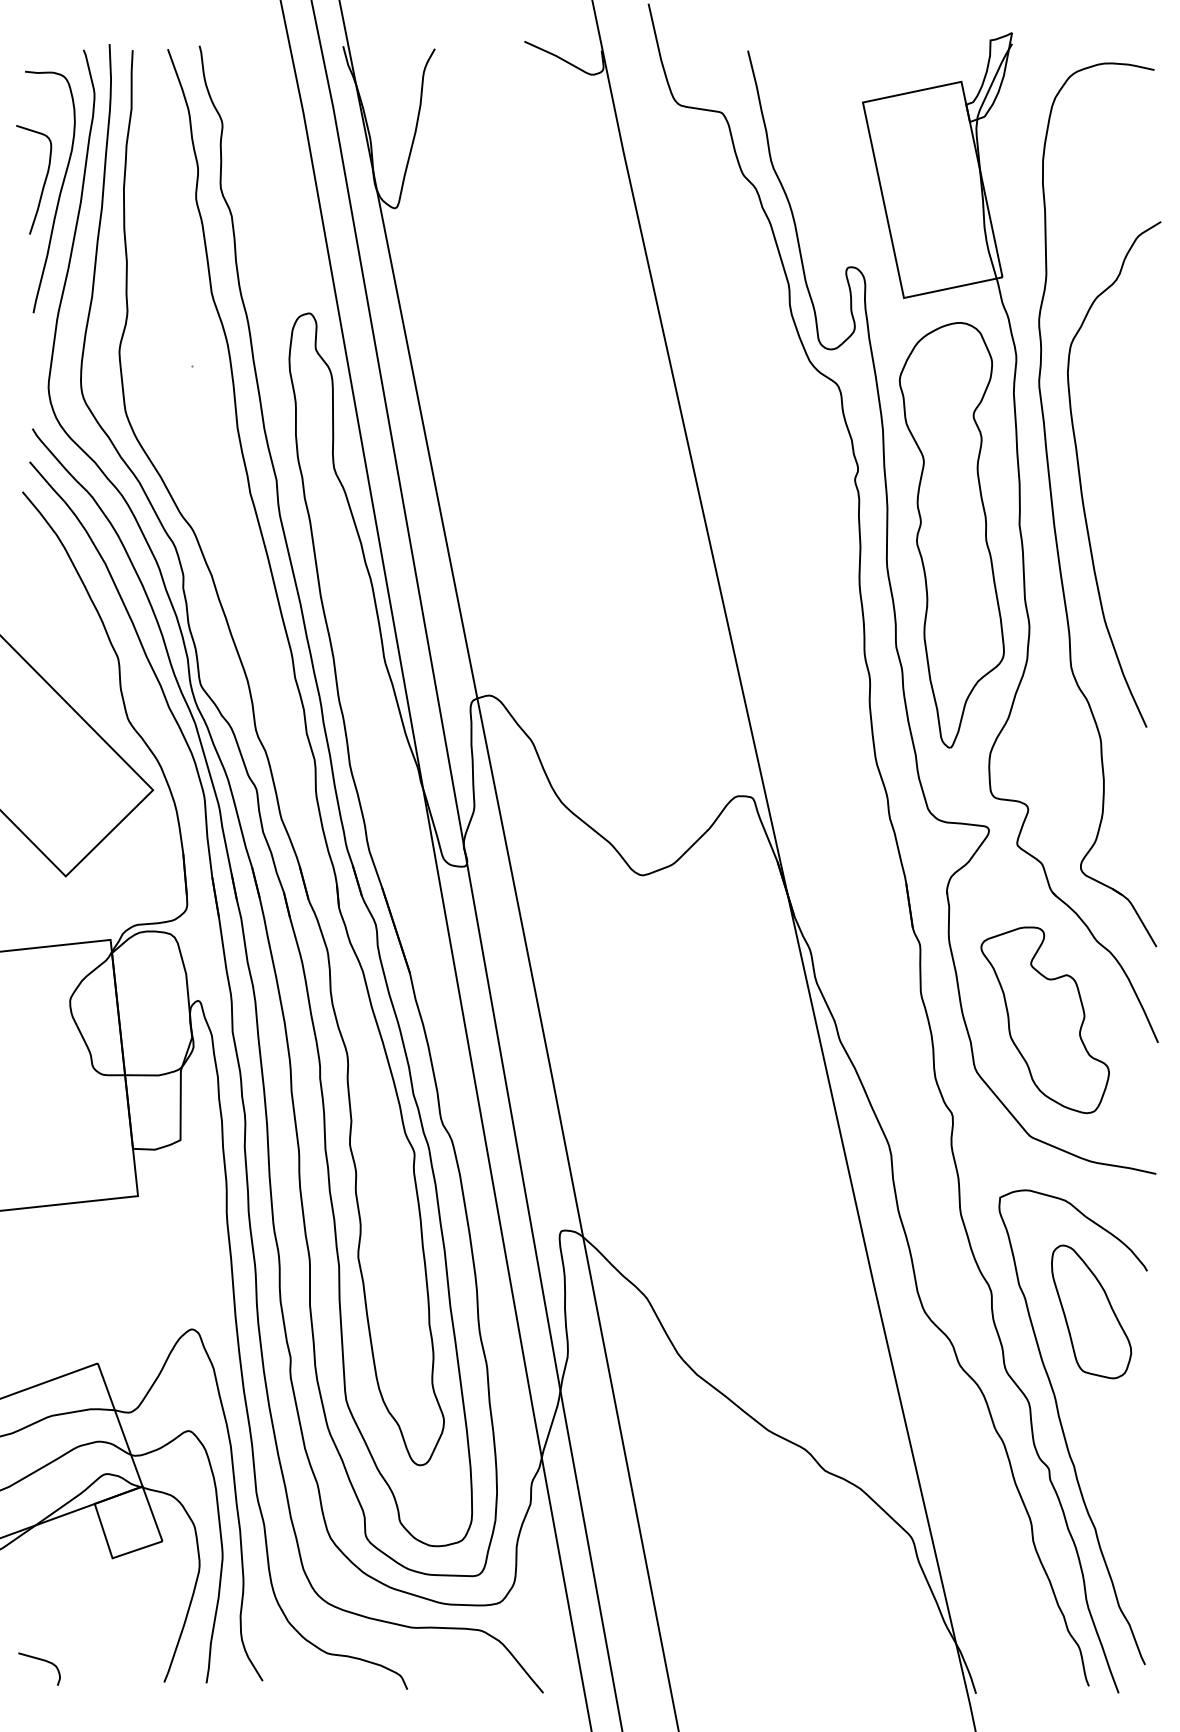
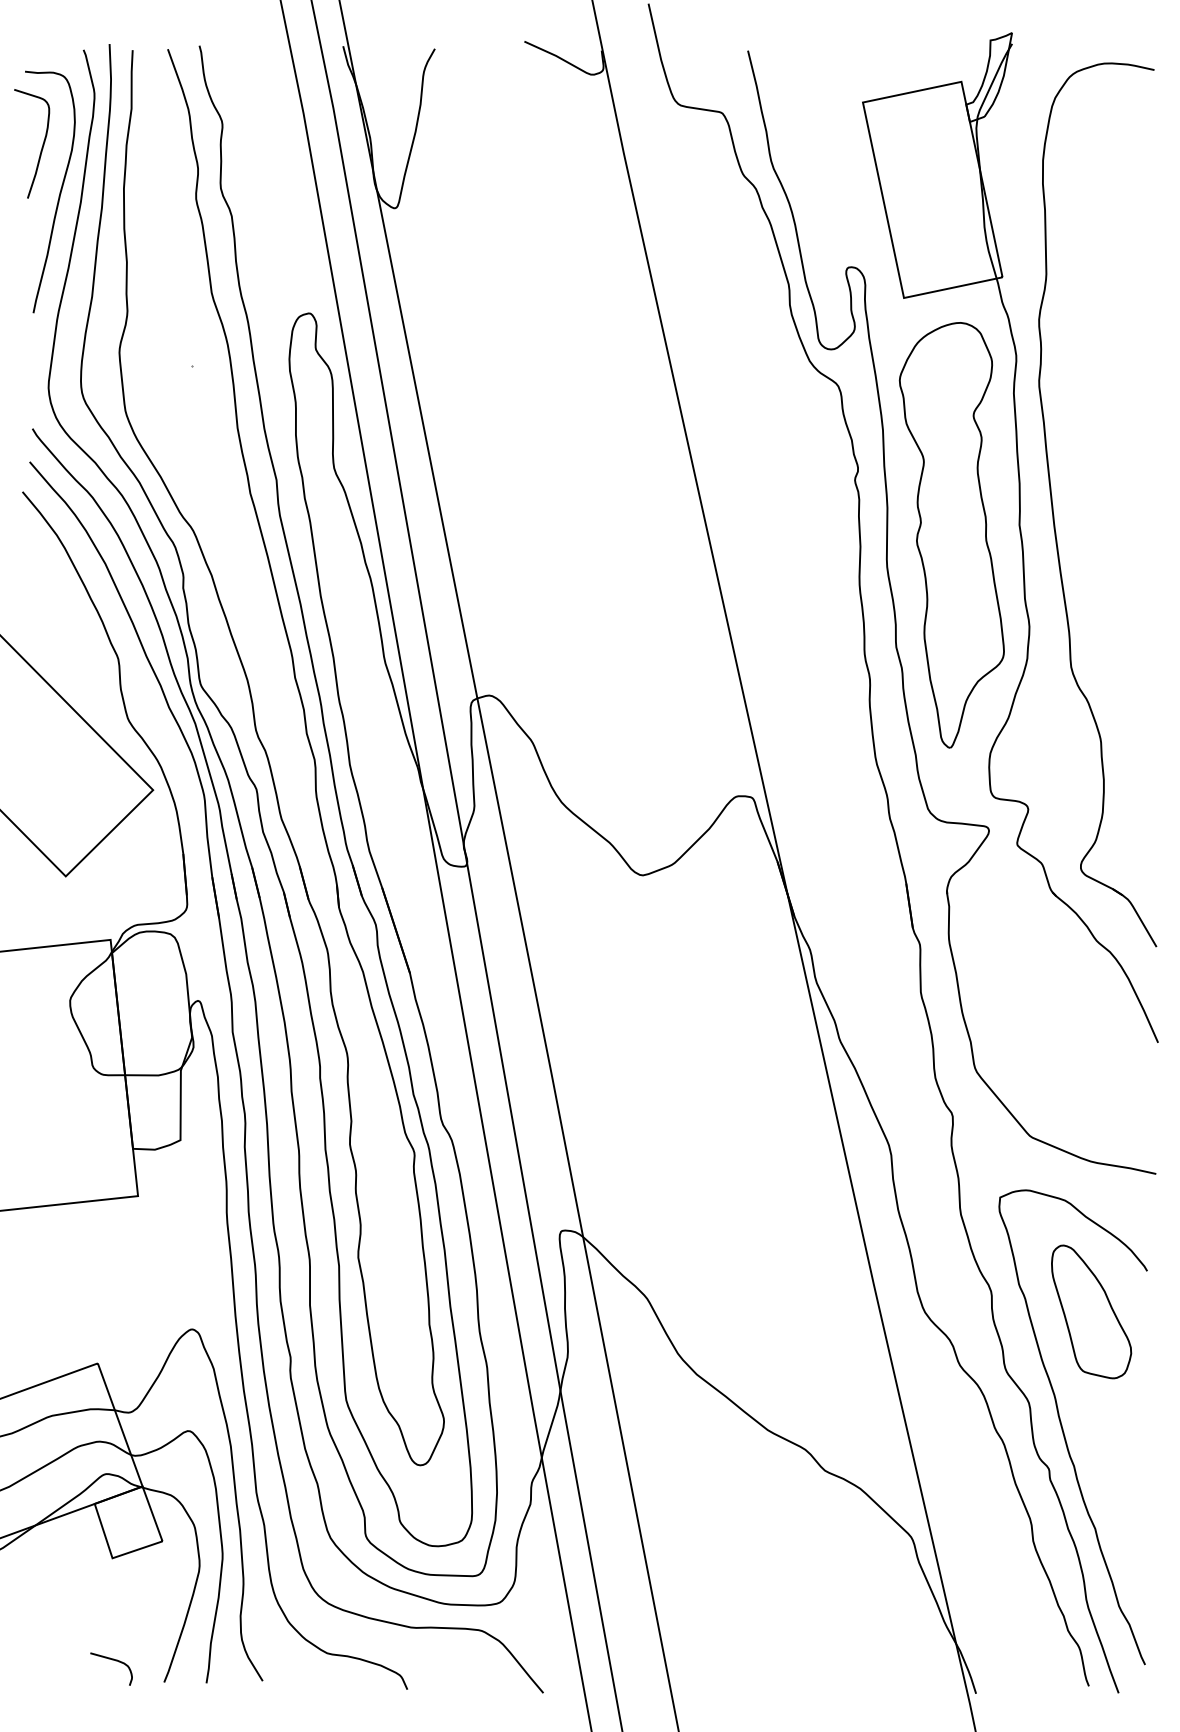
curve at (43, 183) position: (43, 183) -> (41, 147)
curve at (1081, 481): present -> none
part at (1044, 1020): present -> none
curve at (40, 1660) position: (40, 1660) -> (112, 1660)
